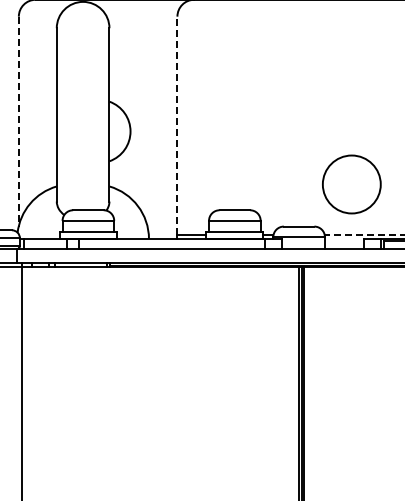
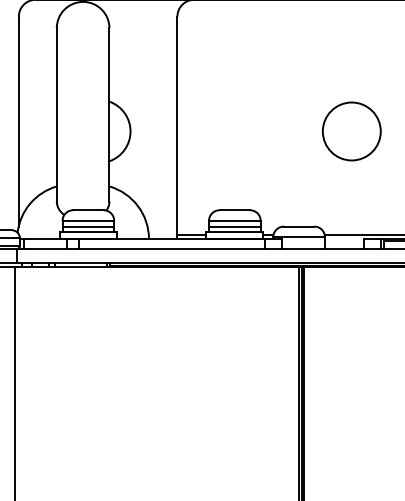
line at (18, 122): dashed -> solid
line at (177, 125): dashed -> solid
circle at (351, 184) position: (351, 184) -> (351, 131)
line at (88, 227): none -> present
line at (234, 227): none -> present
line at (364, 234): dashed -> solid
line at (21, 382) position: (21, 382) -> (14, 382)
